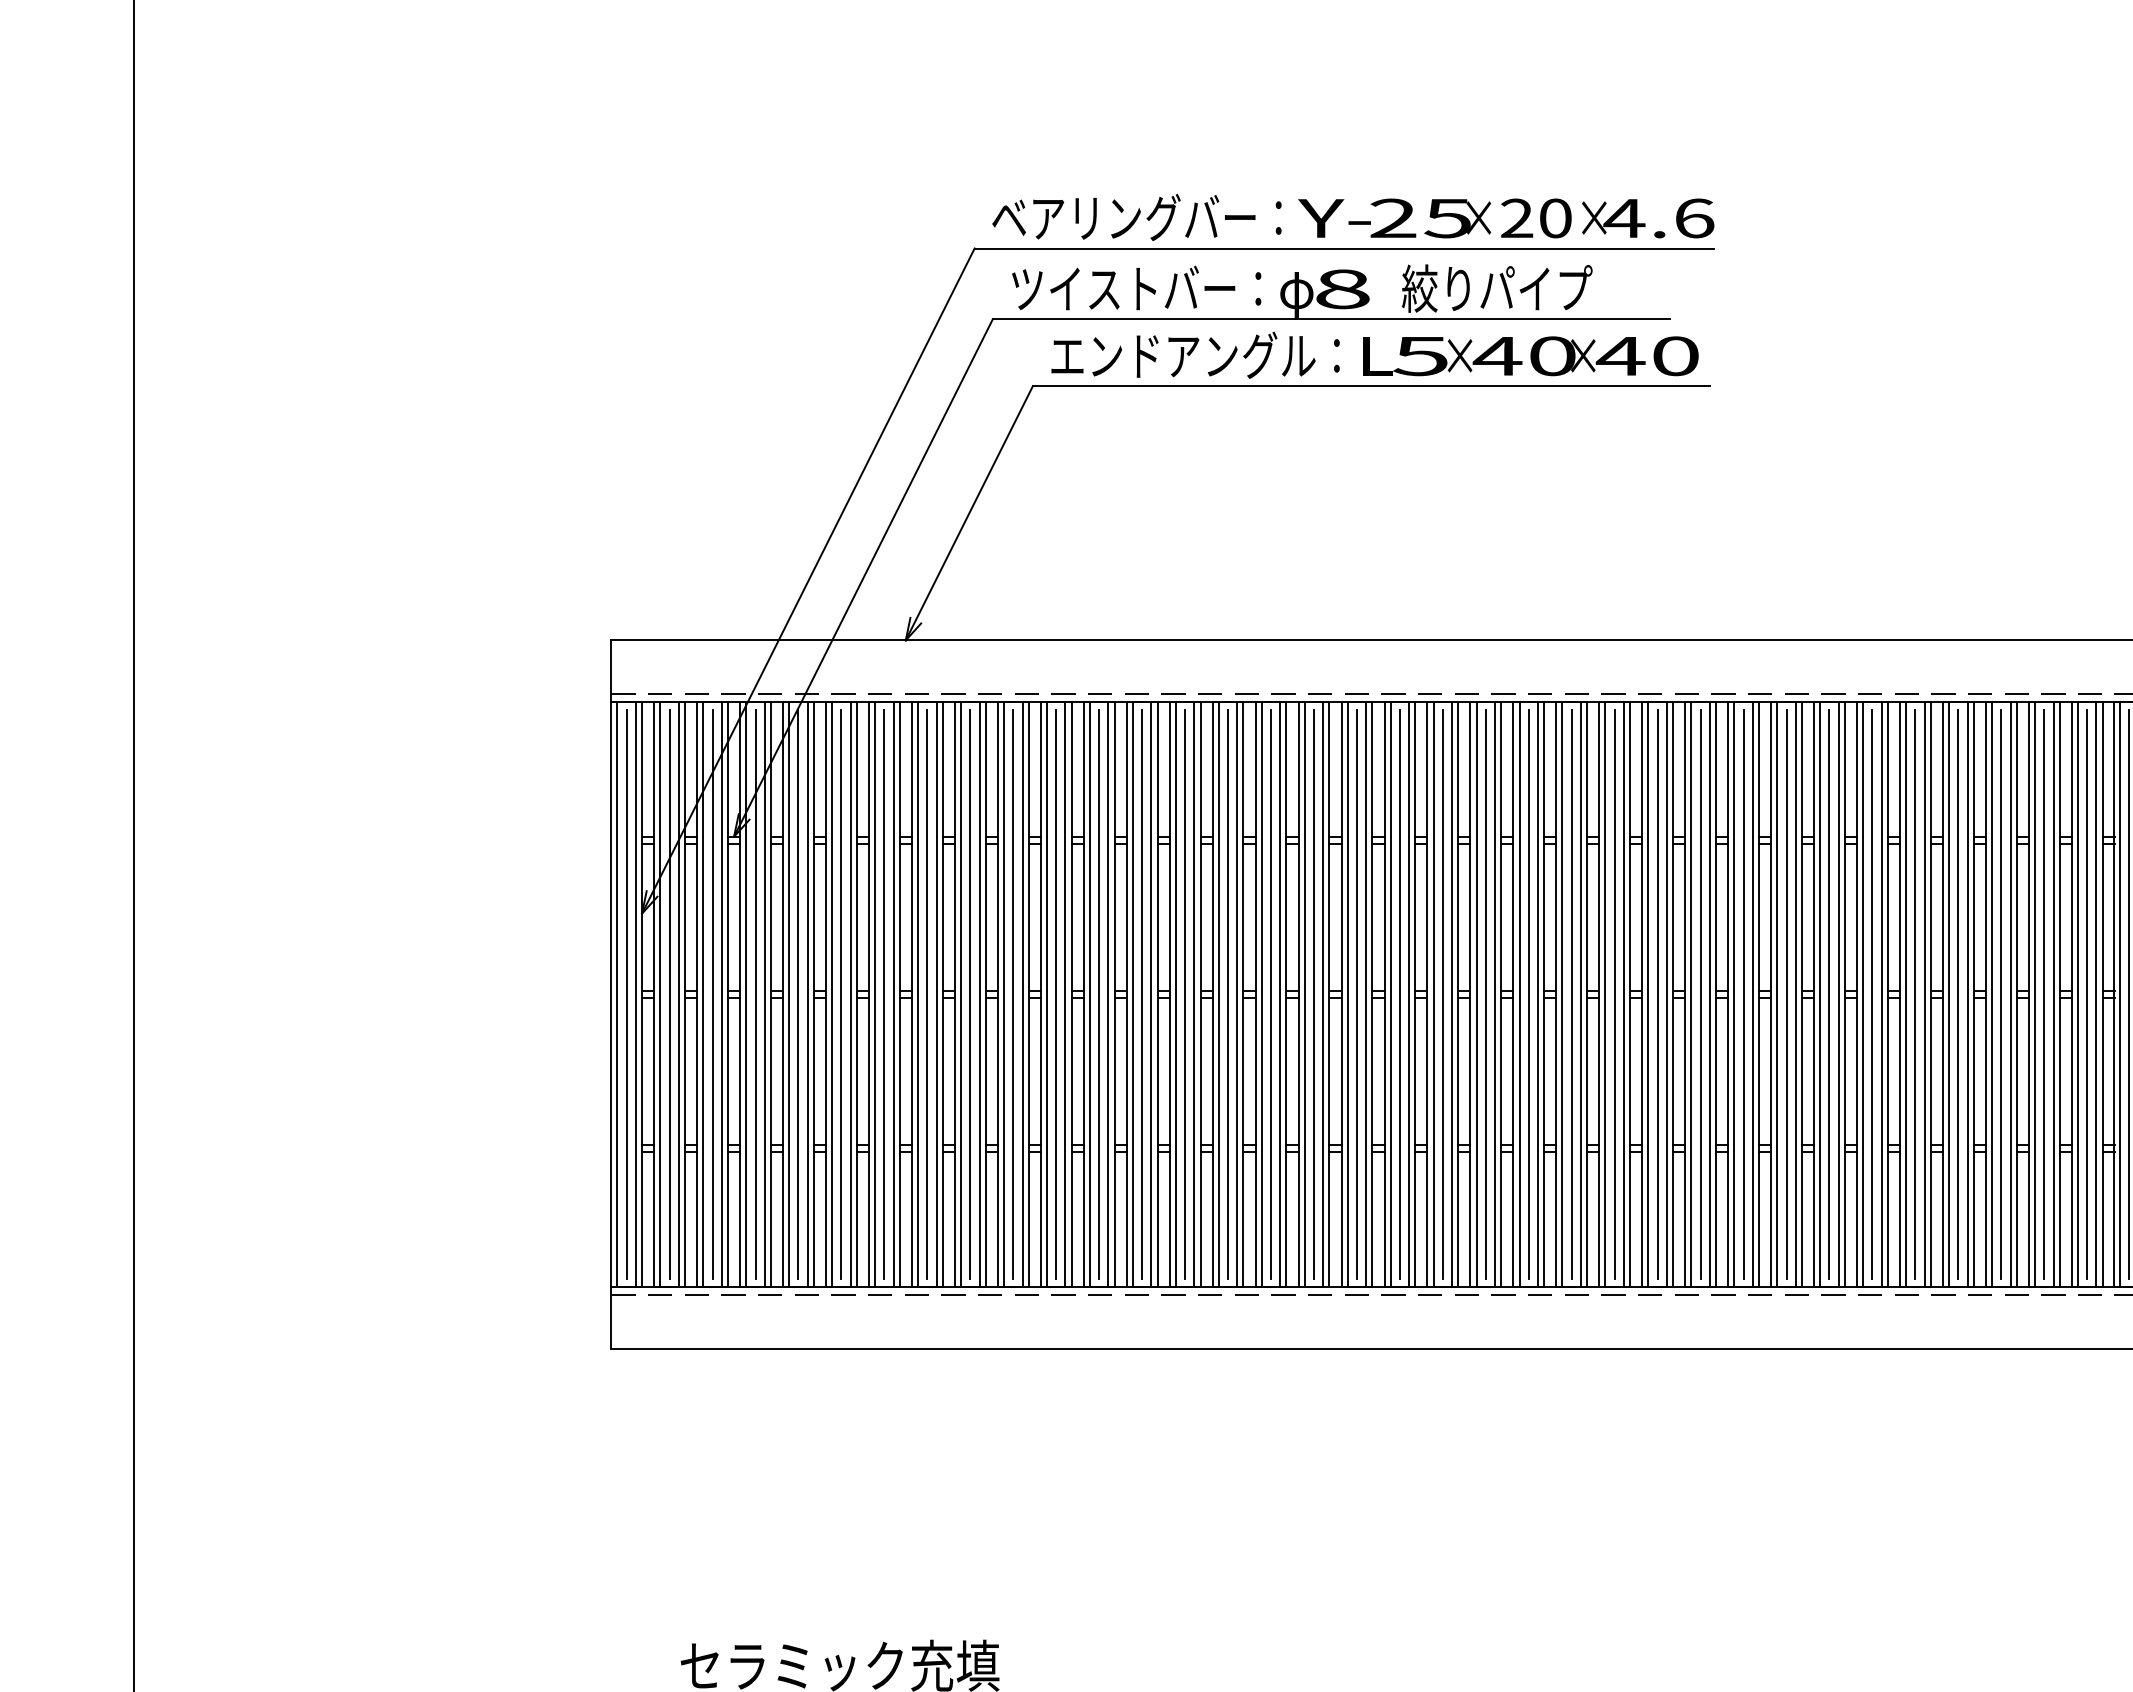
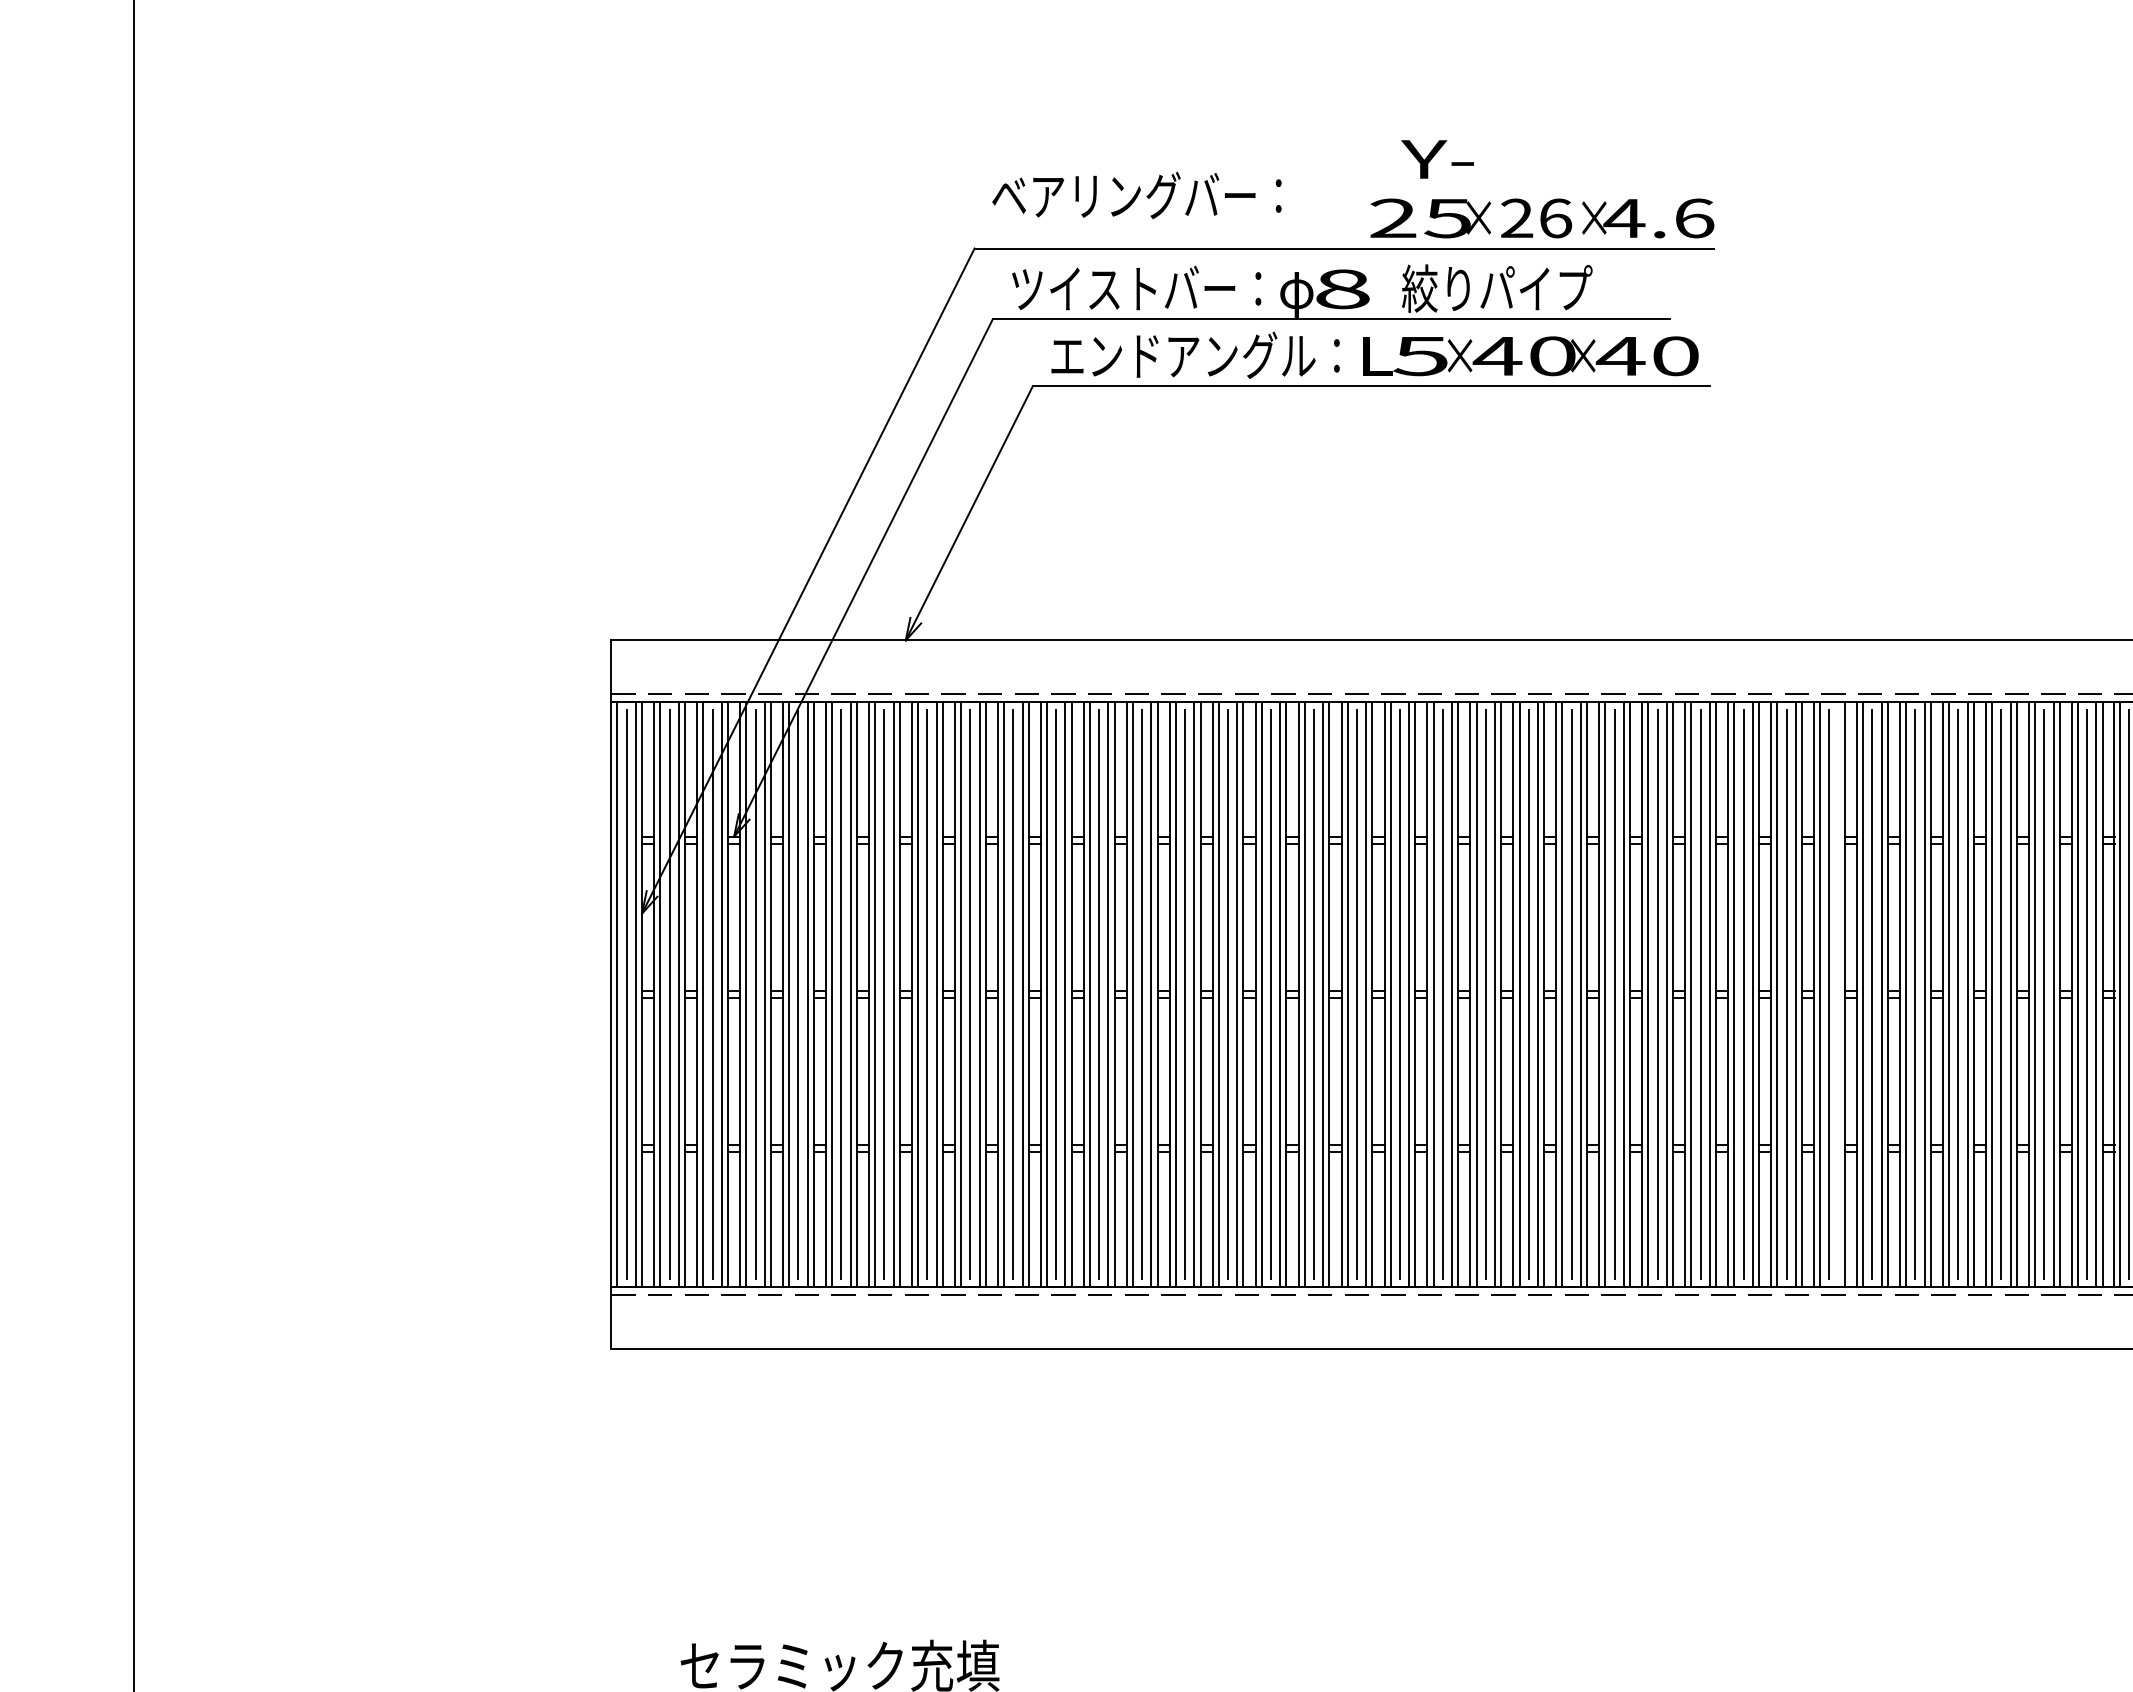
text at (1136, 216) position: (1136, 216) -> (1136, 194)
text at (1334, 218) position: (1334, 218) -> (1437, 159)
text at (1556, 218): 20 -> 26
line at (1838, 994): present -> none
